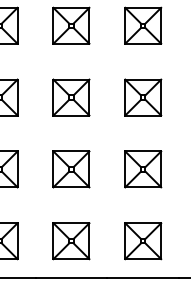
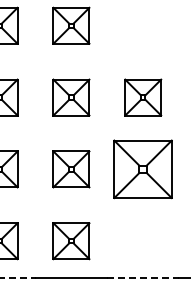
part at (143, 25): present -> none
part at (143, 169) size: 39x39 px -> 60x61 px
part at (143, 241): present -> none
line at (18, 278): solid -> dashed
line at (143, 278): solid -> dashed
